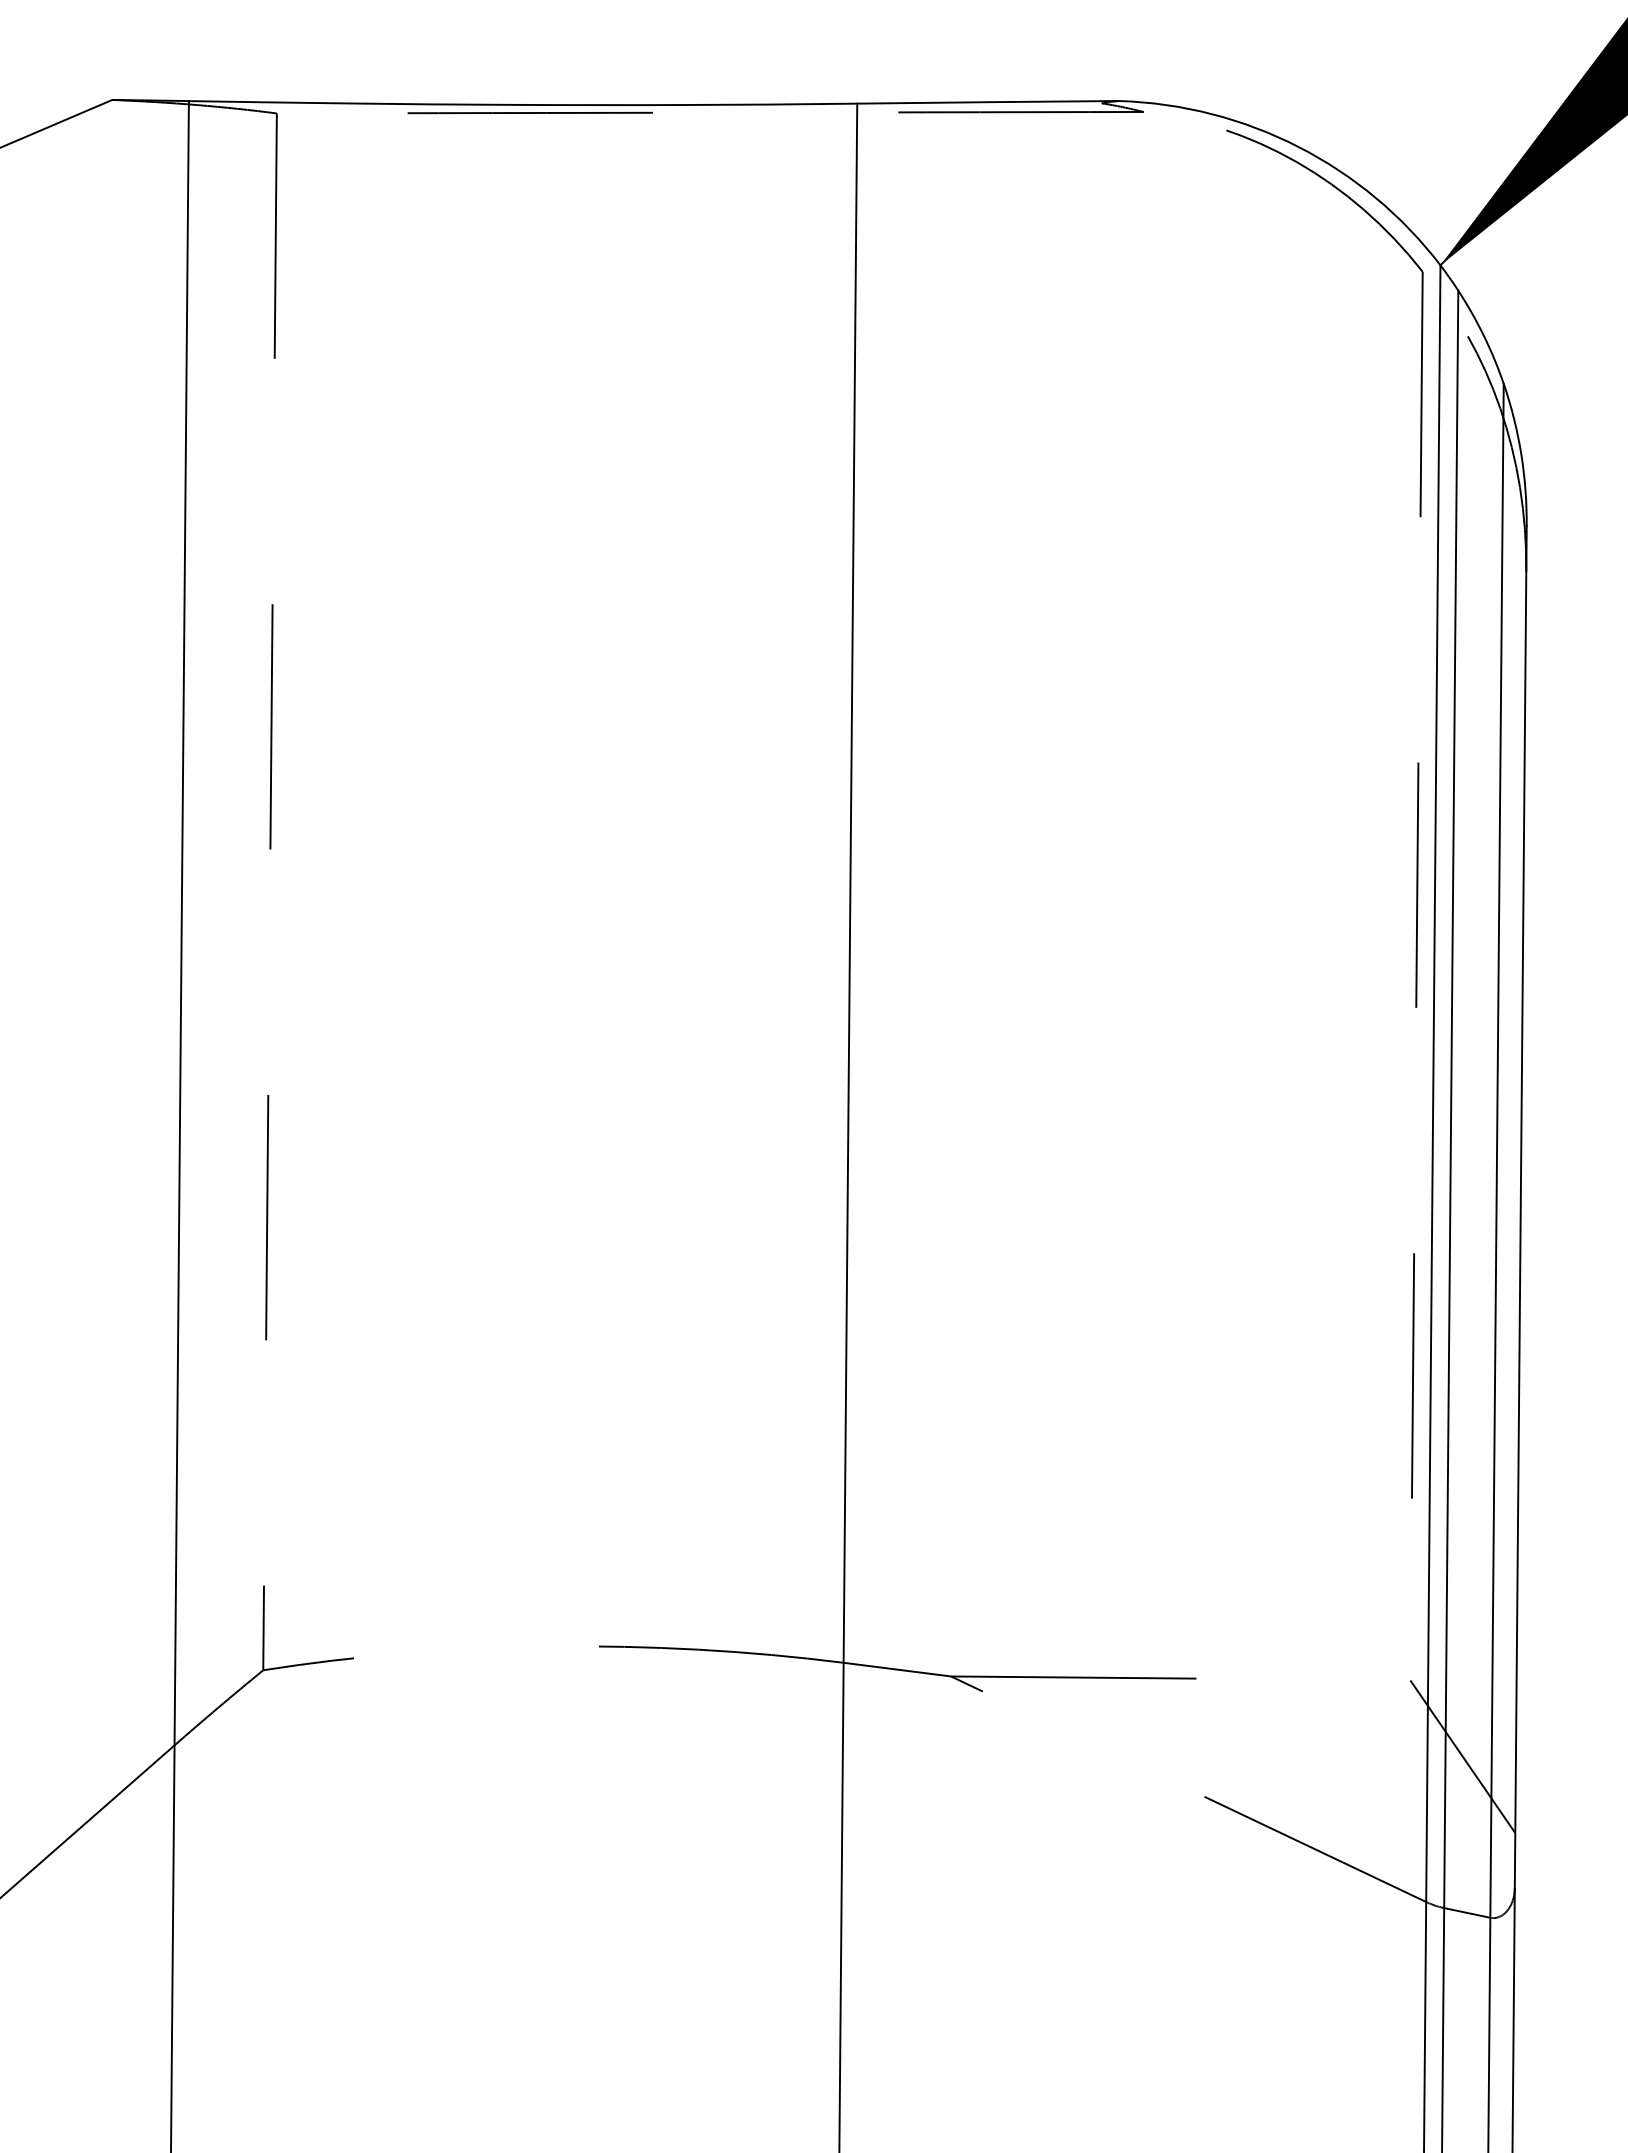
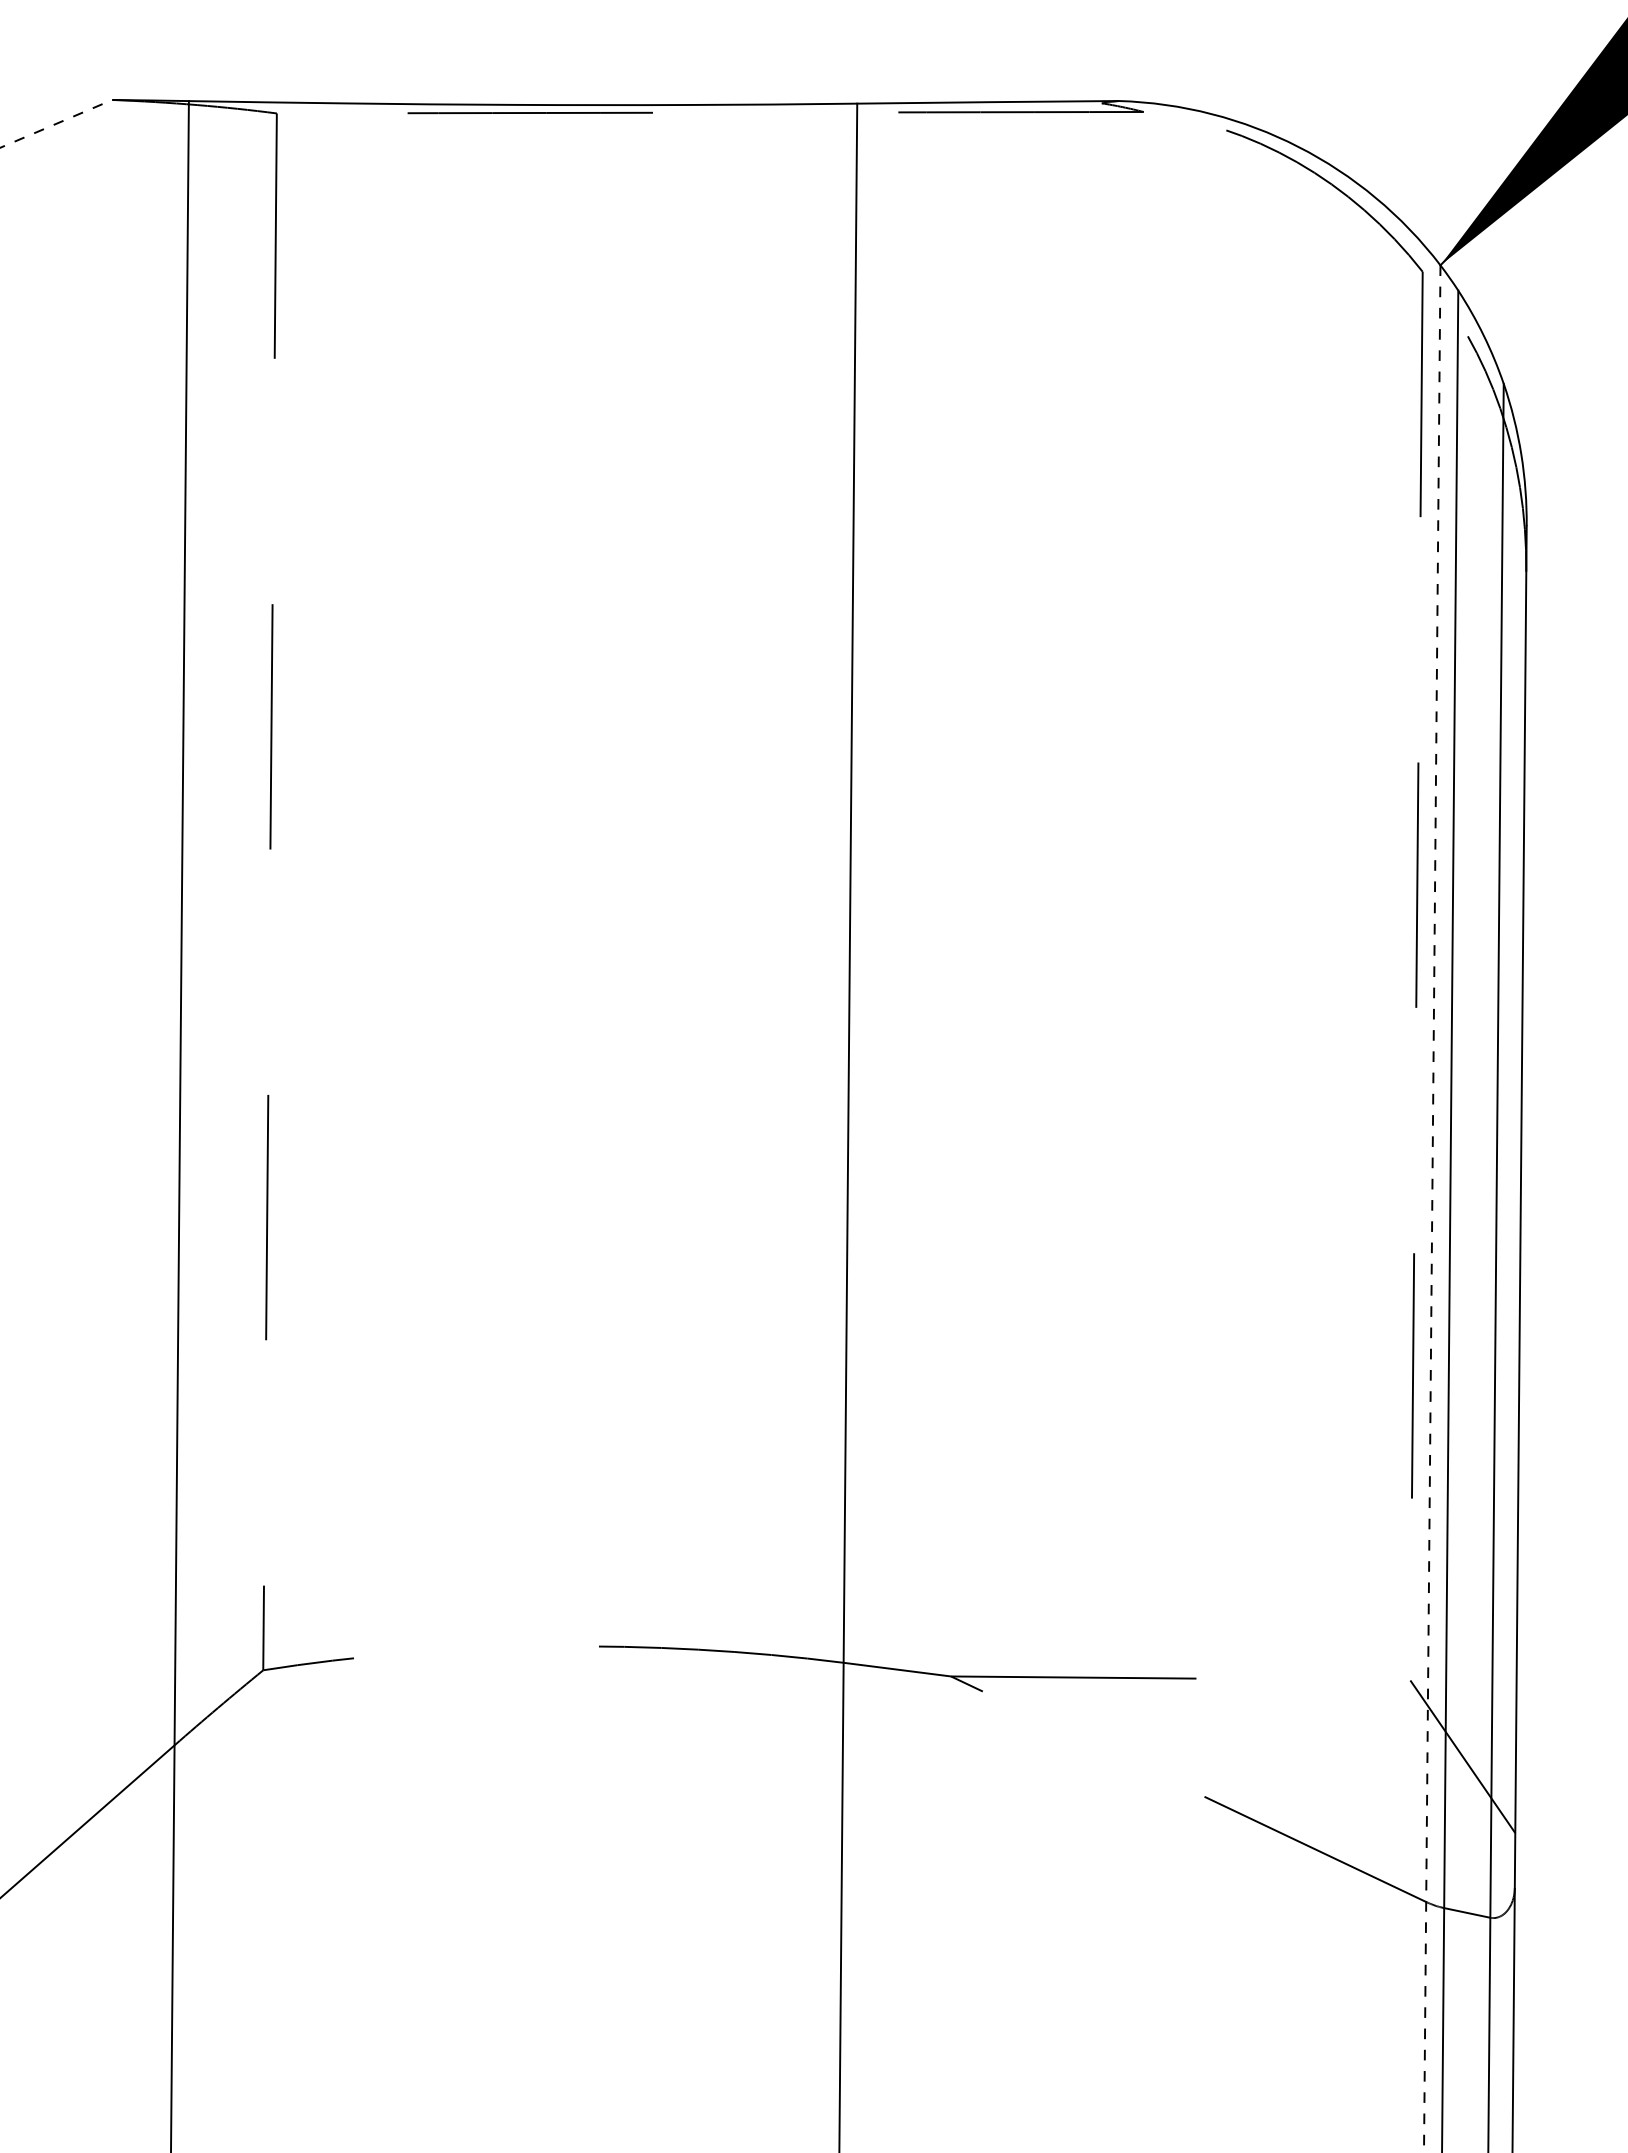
line at (56, 123): solid -> dashed
line at (1432, 1209): solid -> dashed
